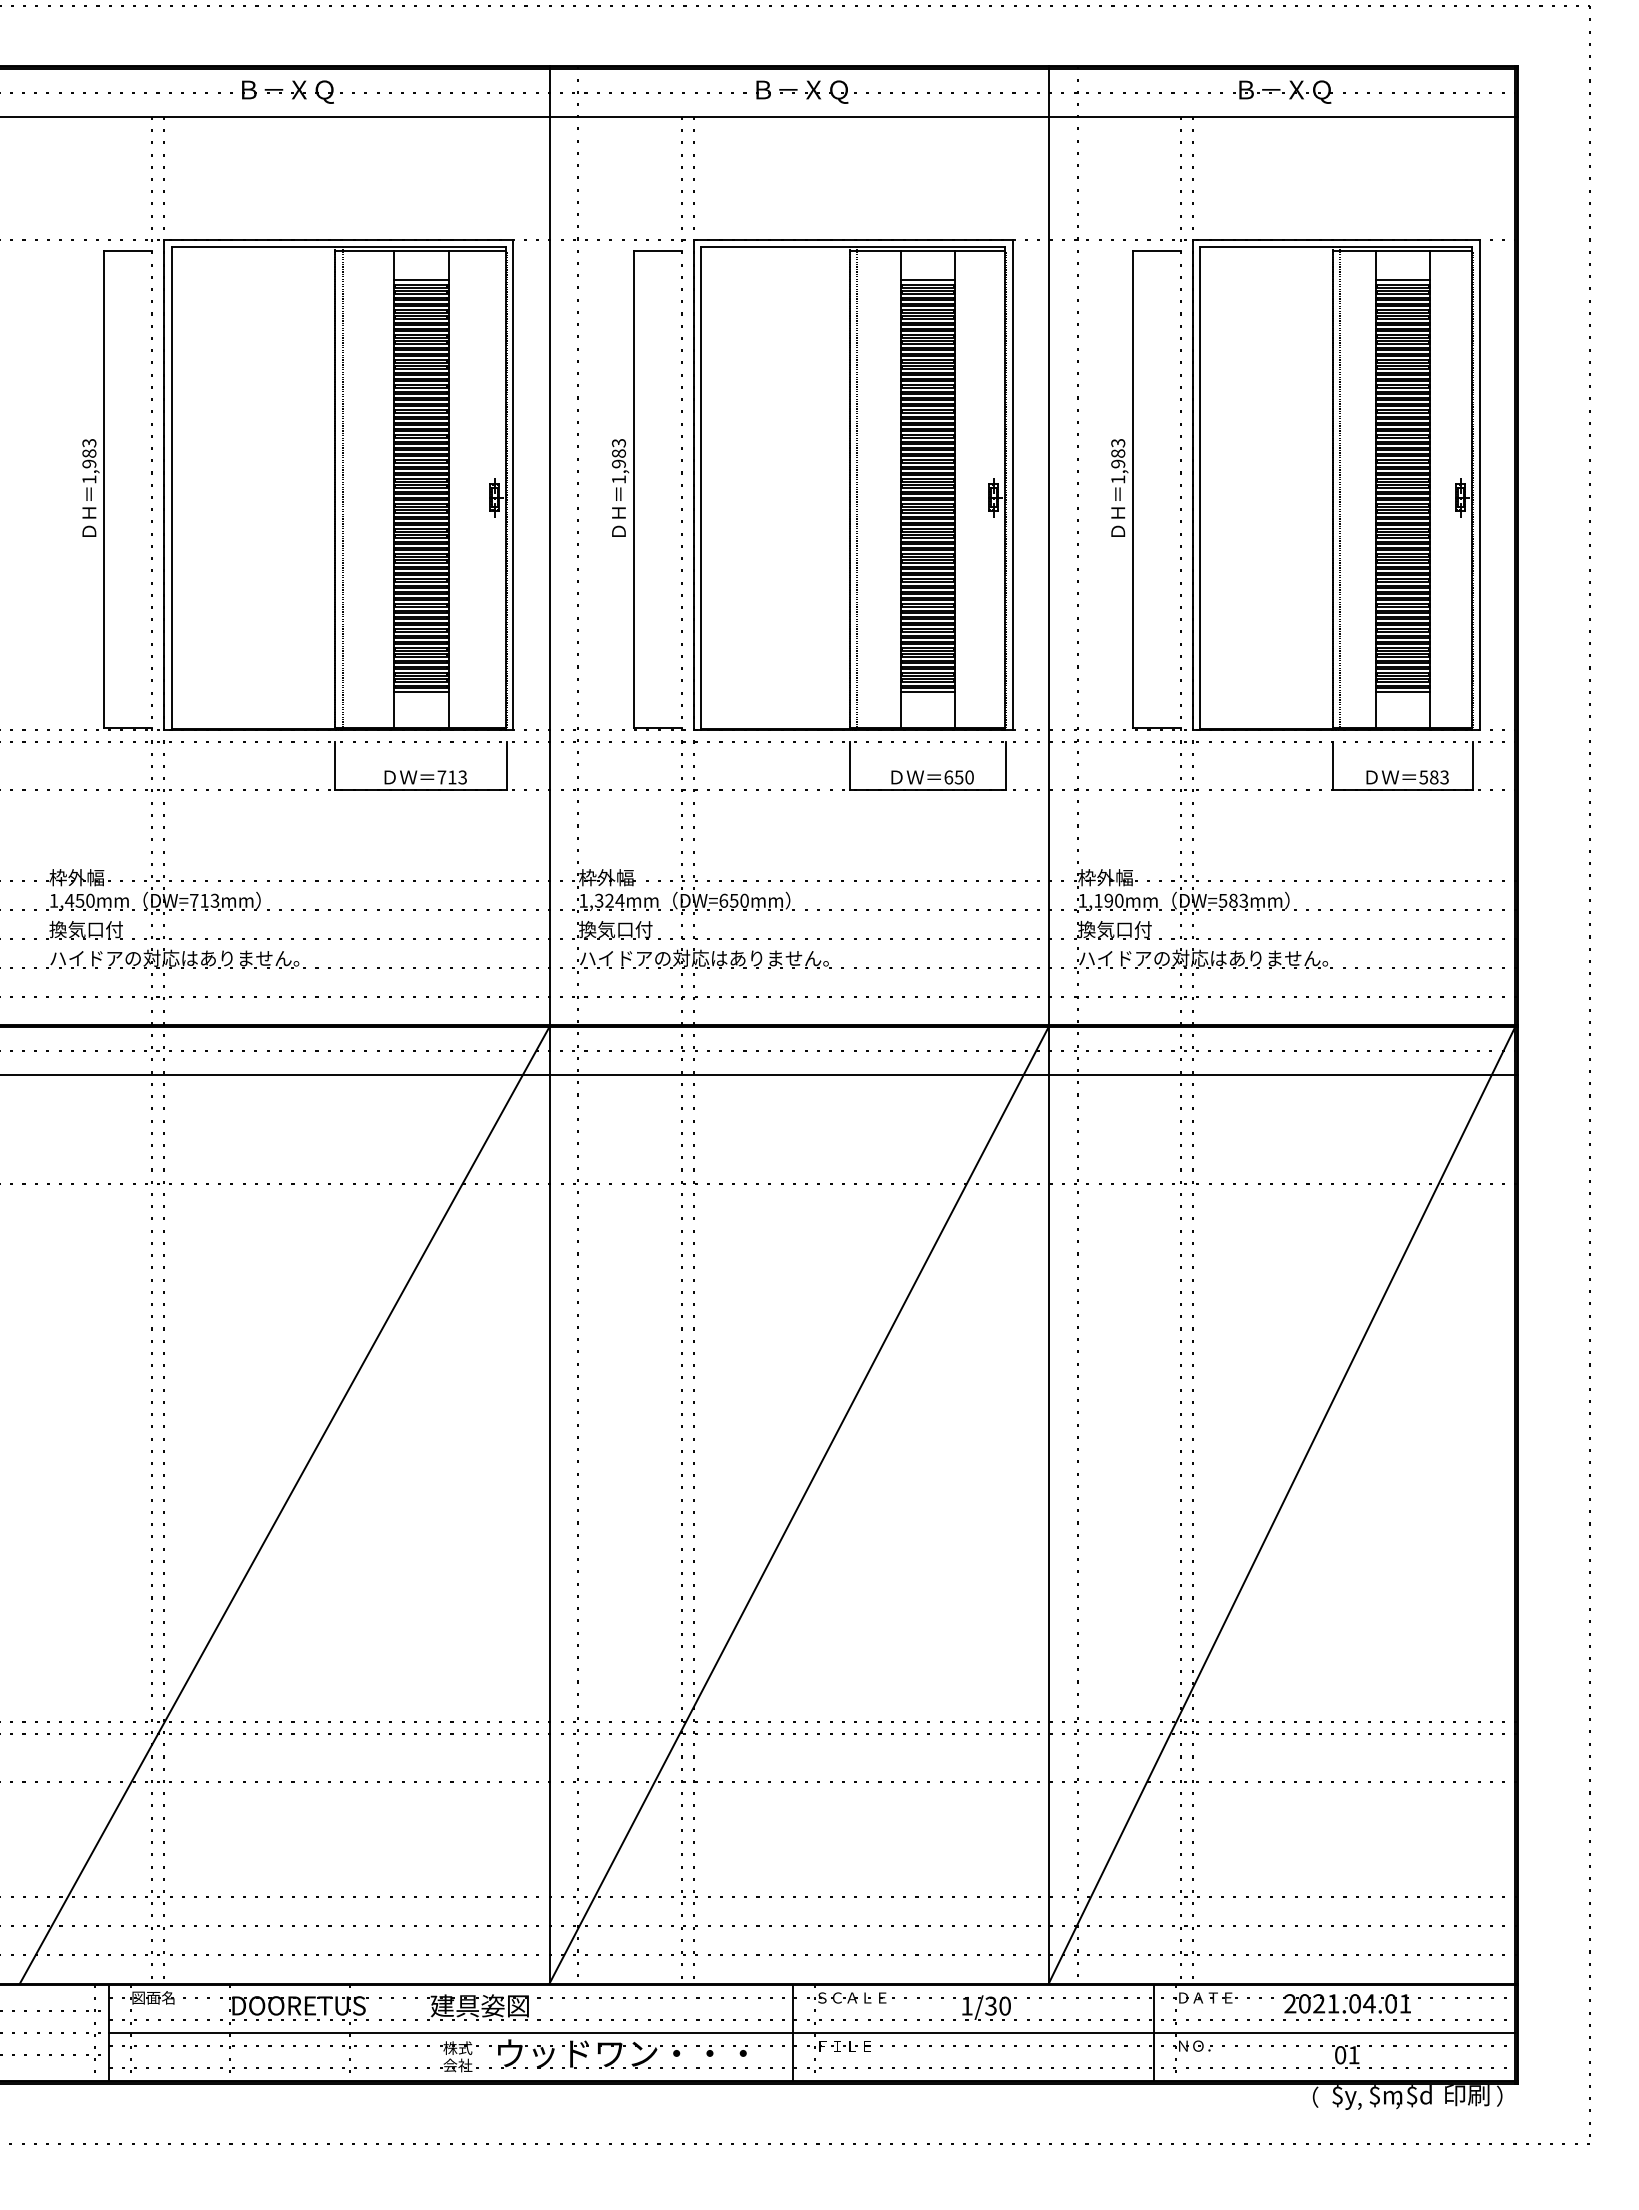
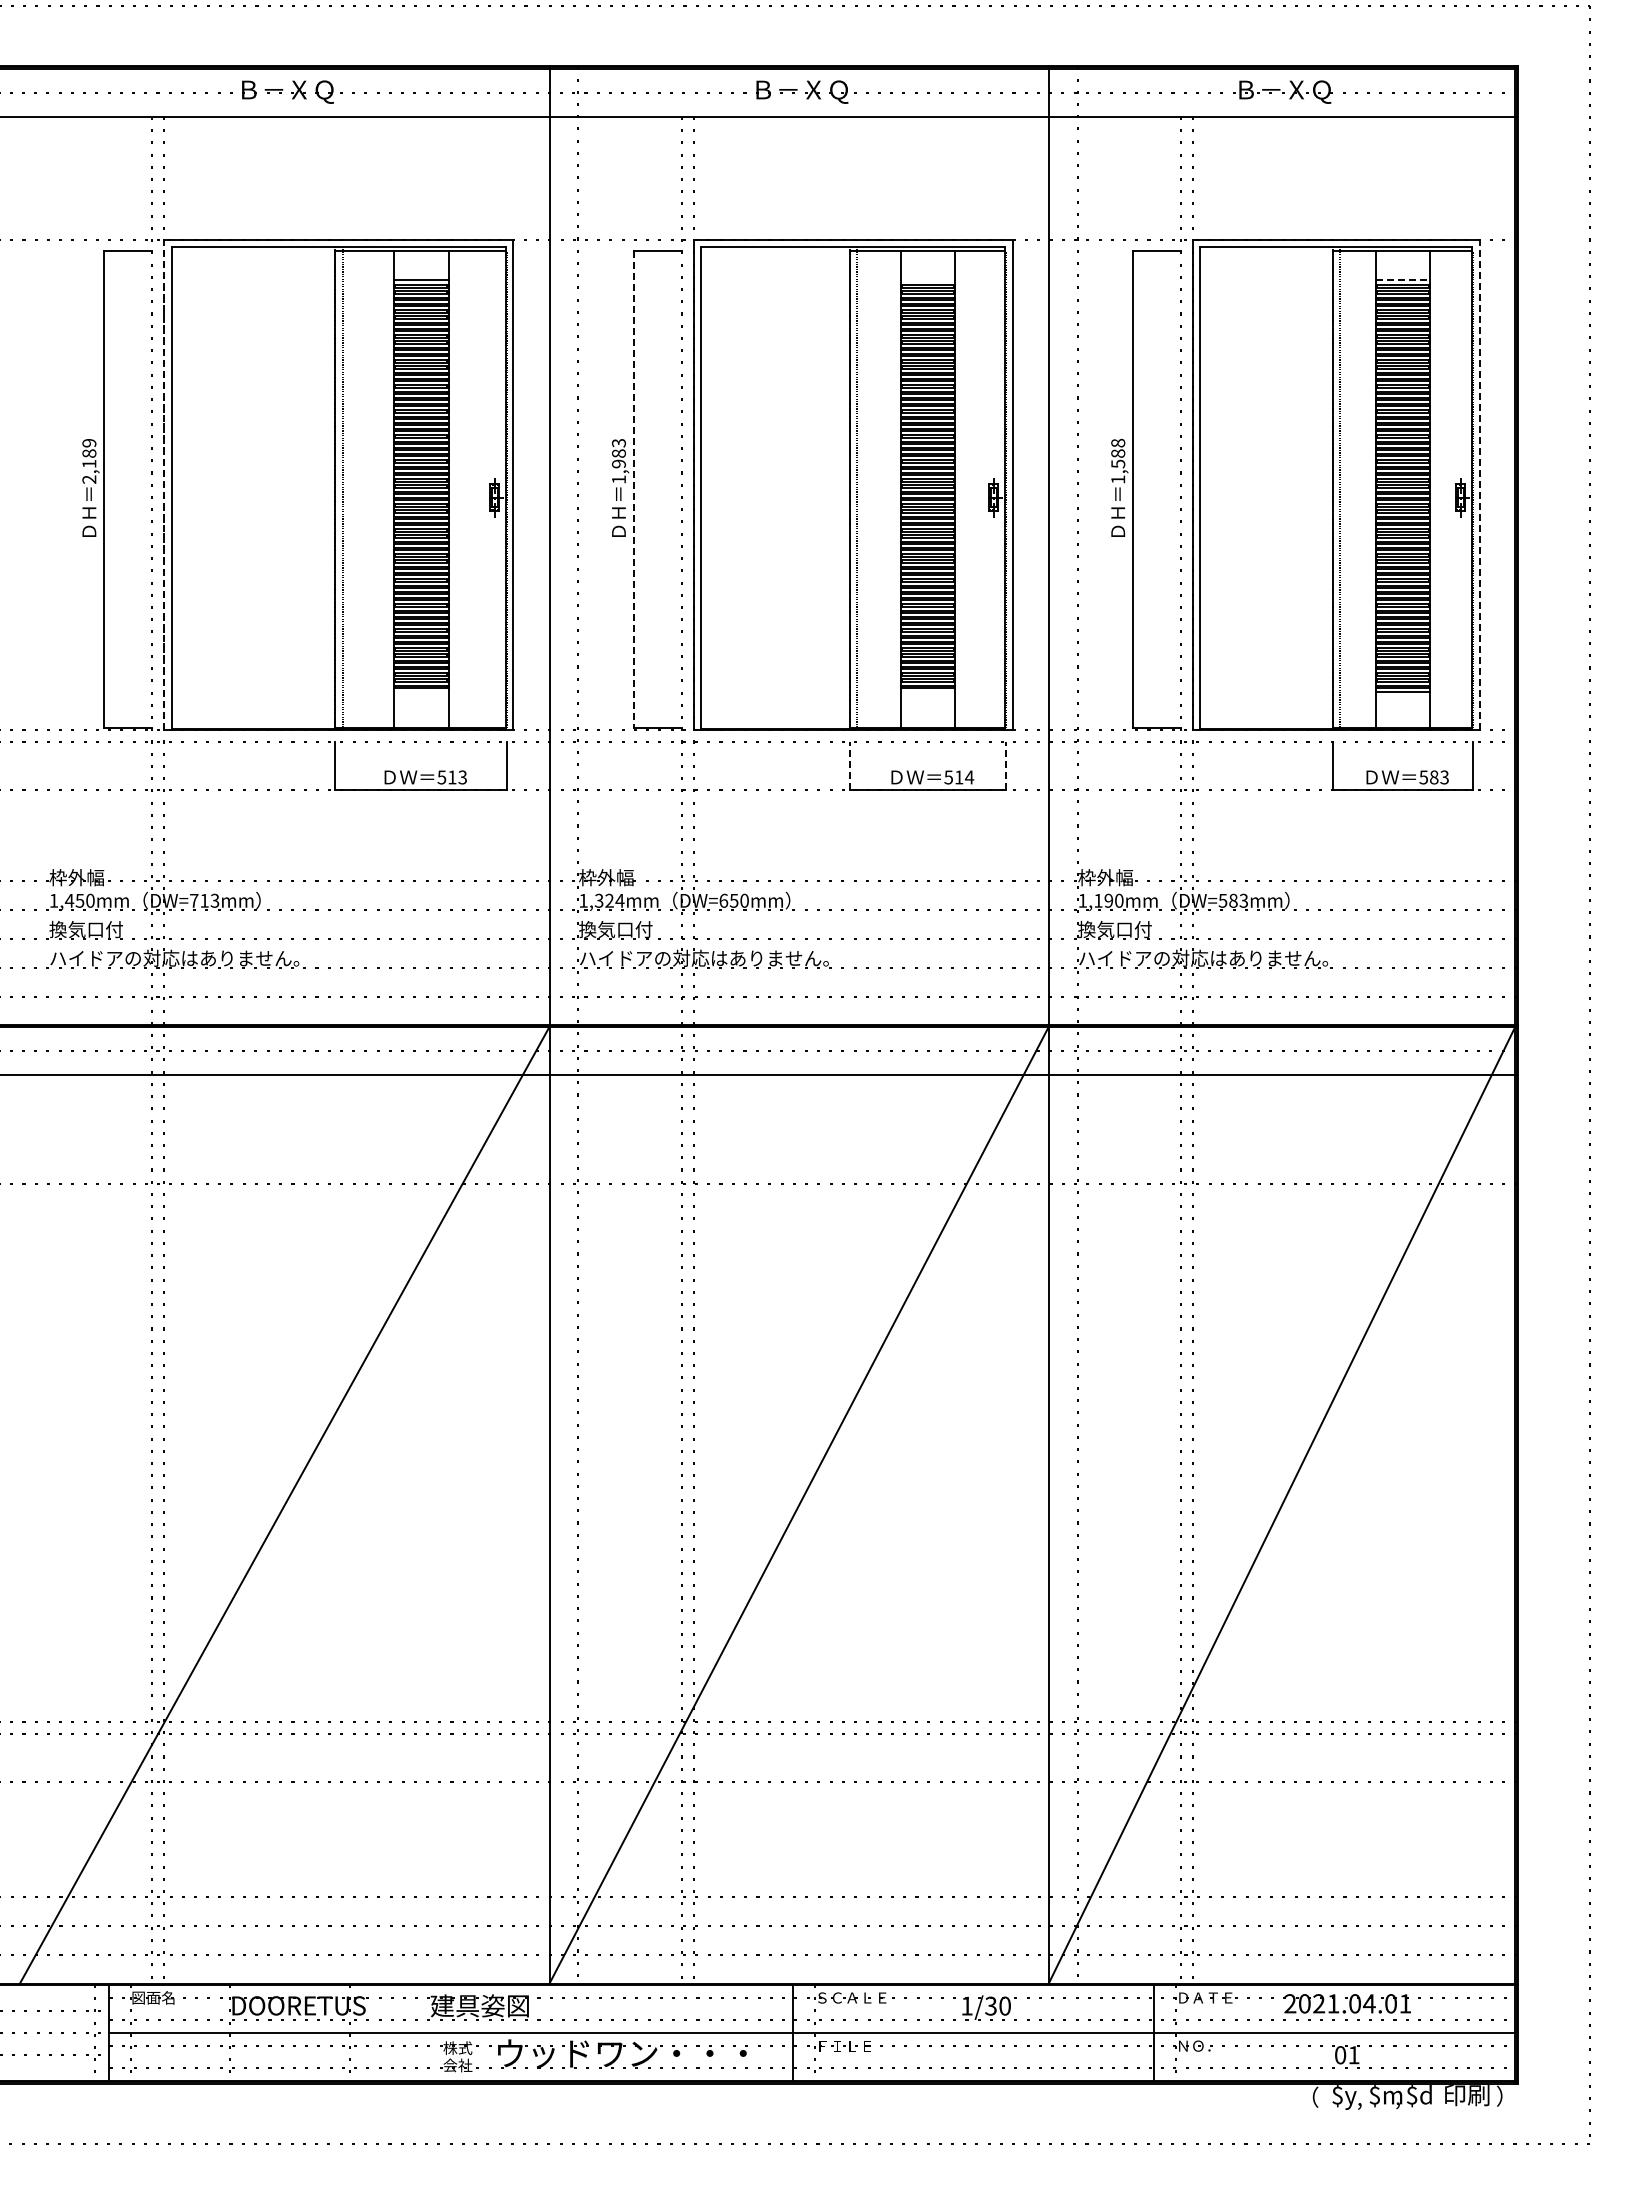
line at (927, 280): present -> none
line at (1403, 280): solid -> dashed
text at (1118, 453): 1,983 -> 1,588
text at (89, 461): 1,983 -> 2,189
line at (164, 485): solid -> dashed
line at (1479, 485): solid -> dashed
line at (633, 489): solid -> dashed
line at (420, 691): present -> none
line at (927, 691): present -> none
line at (849, 765): solid -> dashed
line at (1006, 765): solid -> dashed
text at (441, 777): 713 -> 513
text at (959, 777): 650 -> 514
